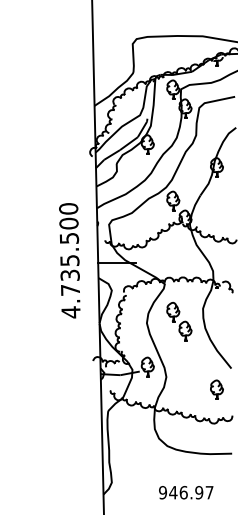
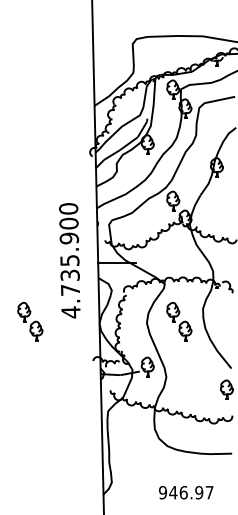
text at (68, 238): 4.735.500 -> 4.735.900
part at (30, 321): none -> present
part at (216, 389) position: (216, 389) -> (226, 389)
